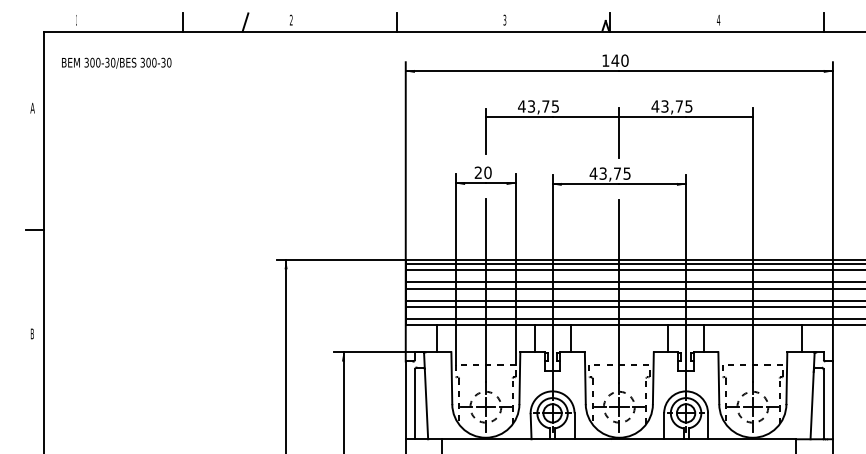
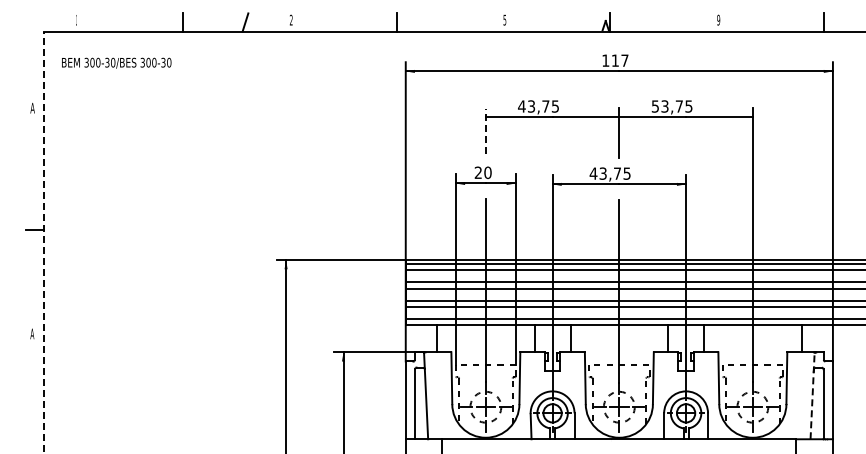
text at (504, 18): 3 -> 5
text at (718, 19): 4 -> 9
text at (619, 60): 140 -> 117
text at (655, 106): 43,75 -> 53,75
line at (485, 131): solid -> dashed
line at (44, 242): solid -> dashed
text at (32, 333): B -> A
line at (812, 395): solid -> dashed
